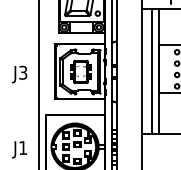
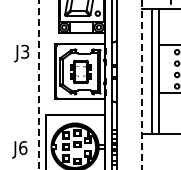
text at (19, 74) position: (19, 74) -> (21, 53)
line at (39, 85): solid -> dashed
line at (141, 85): solid -> dashed
text at (23, 148): J1 -> J6
